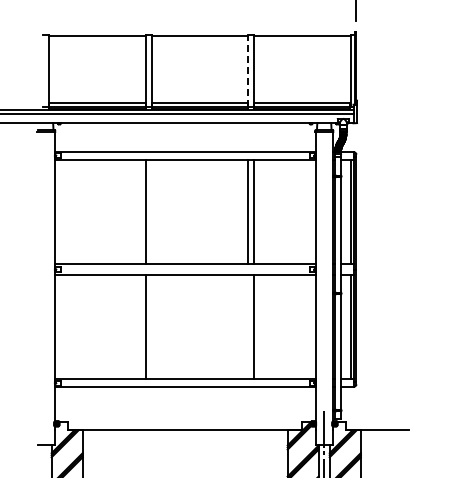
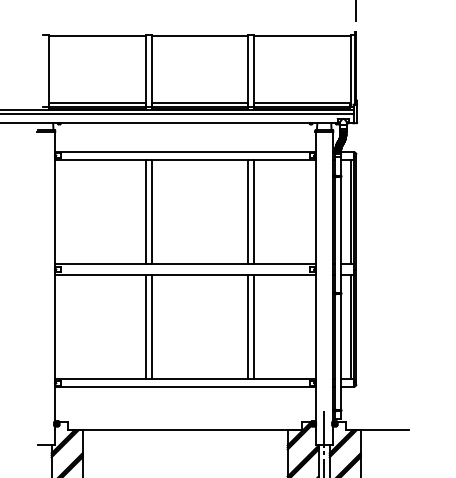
line at (248, 70): dashed -> solid
line at (151, 211): none -> present
line at (151, 327): none -> present
line at (248, 327): none -> present
